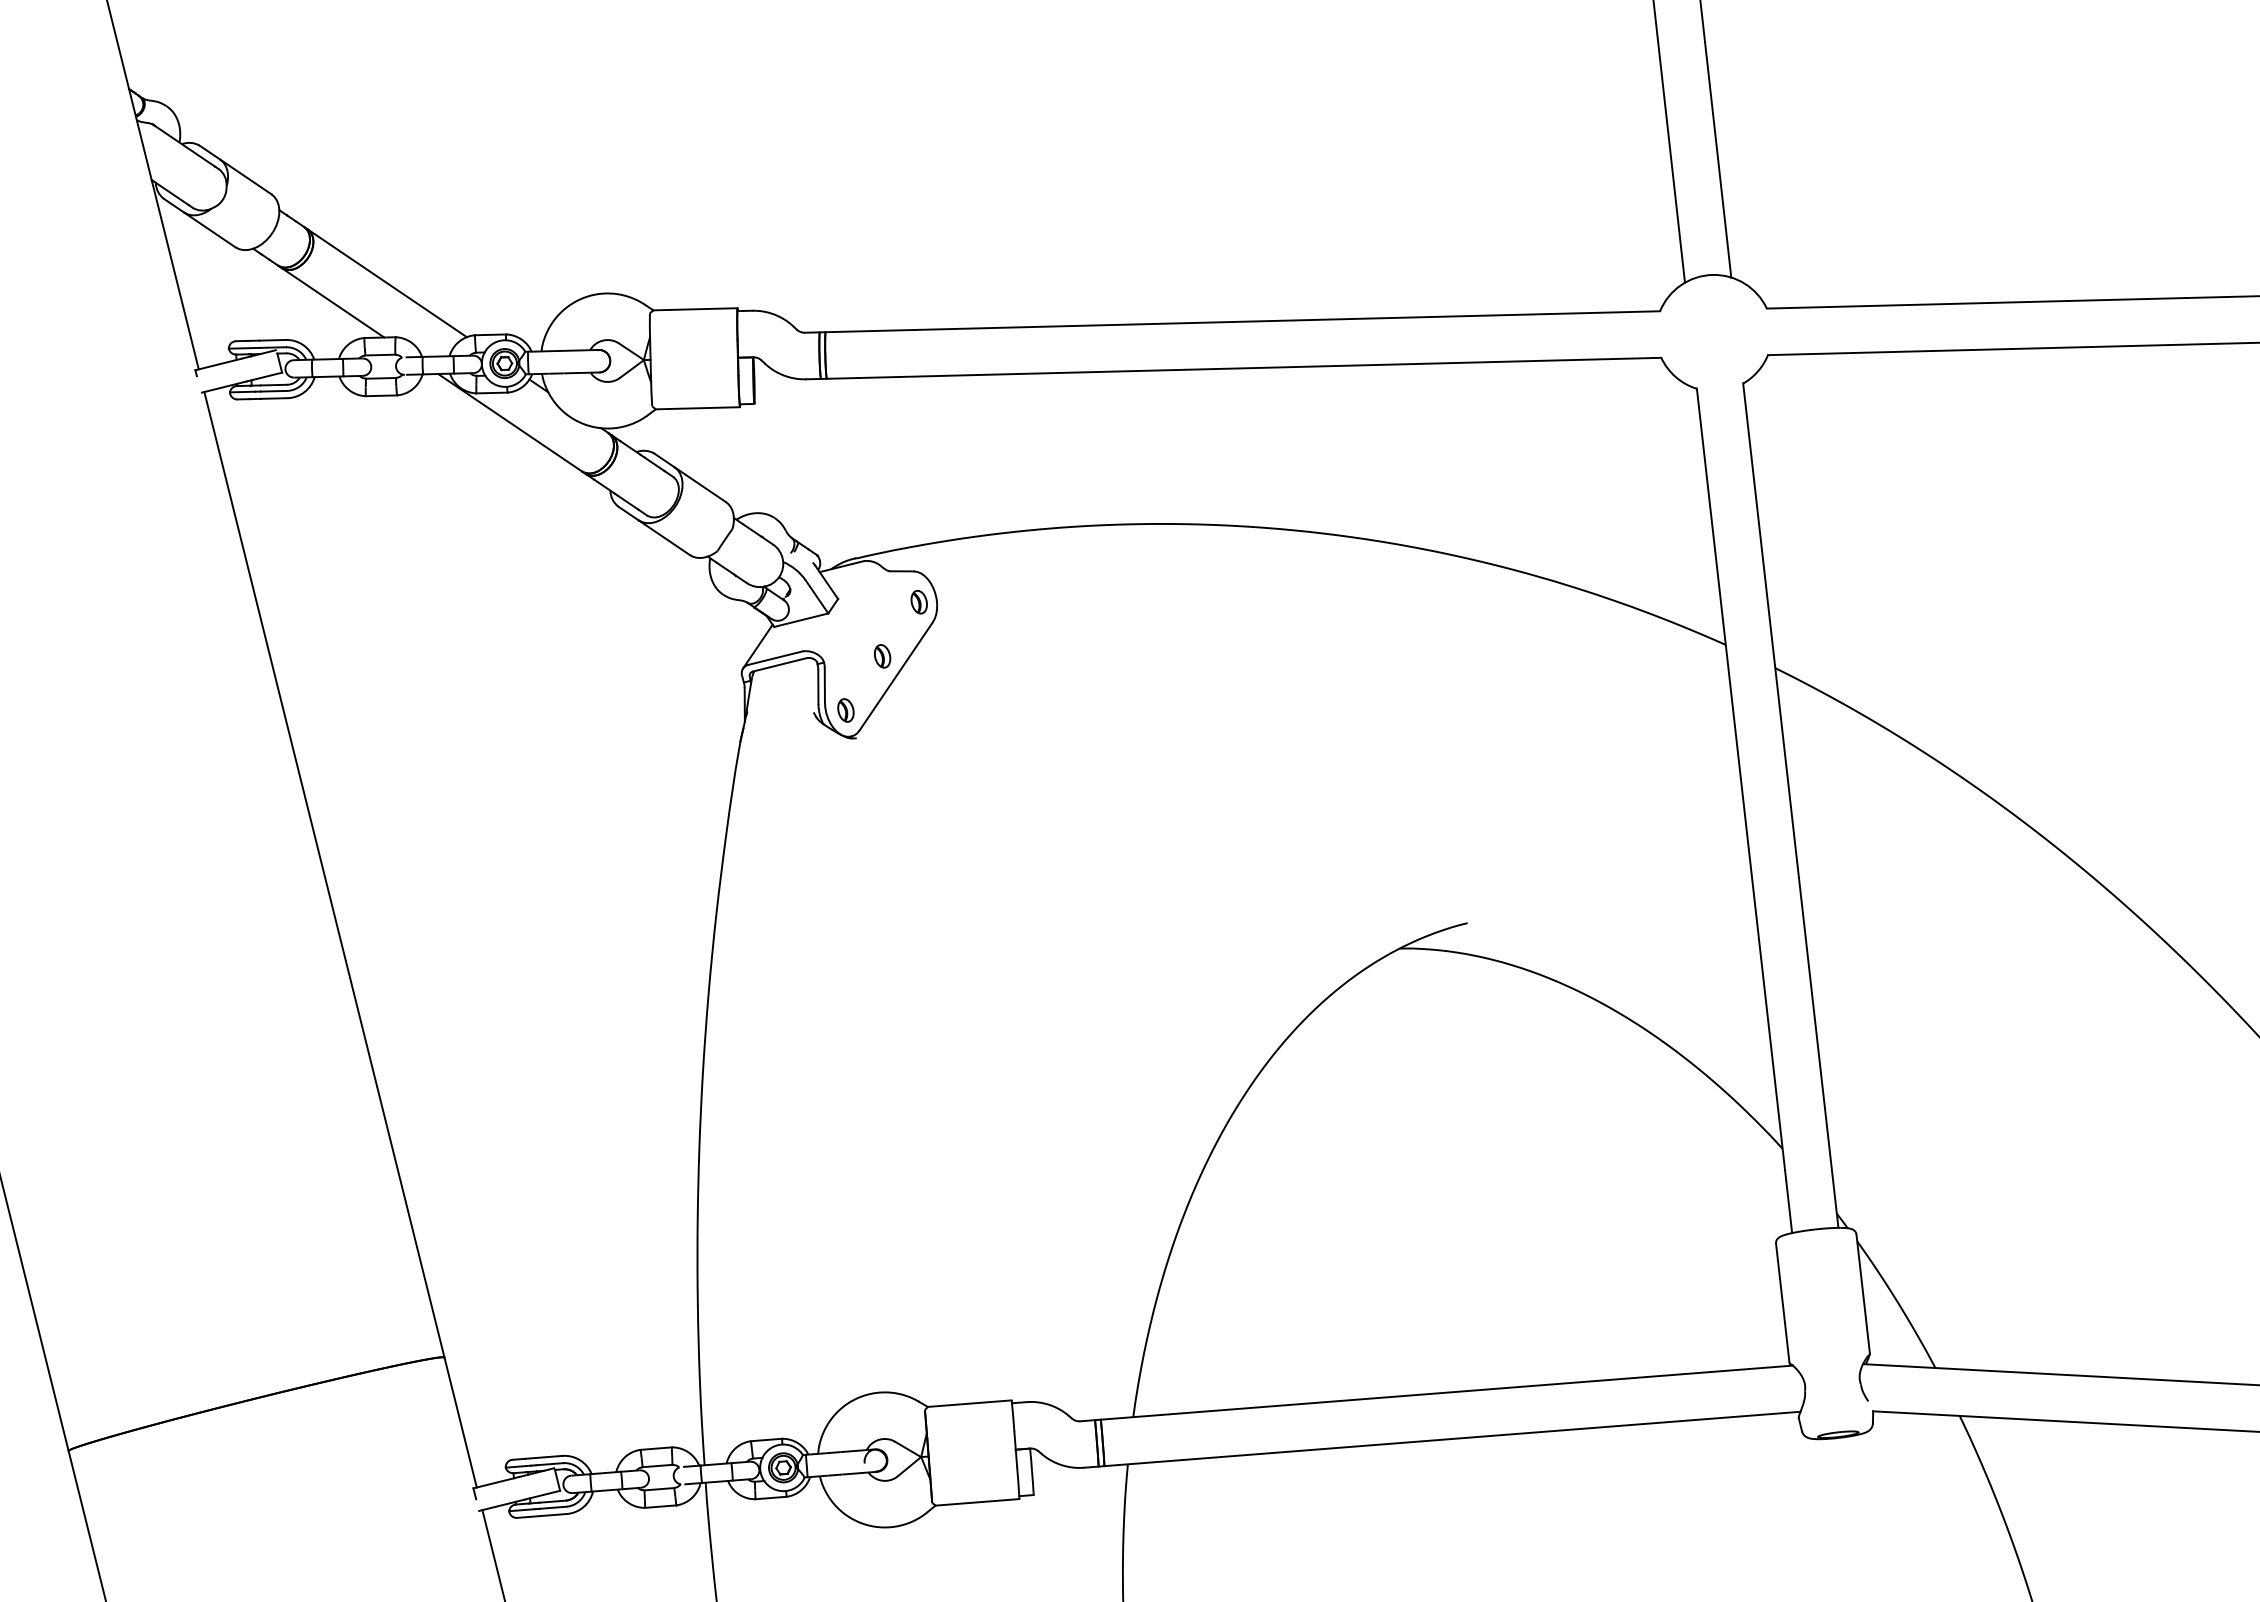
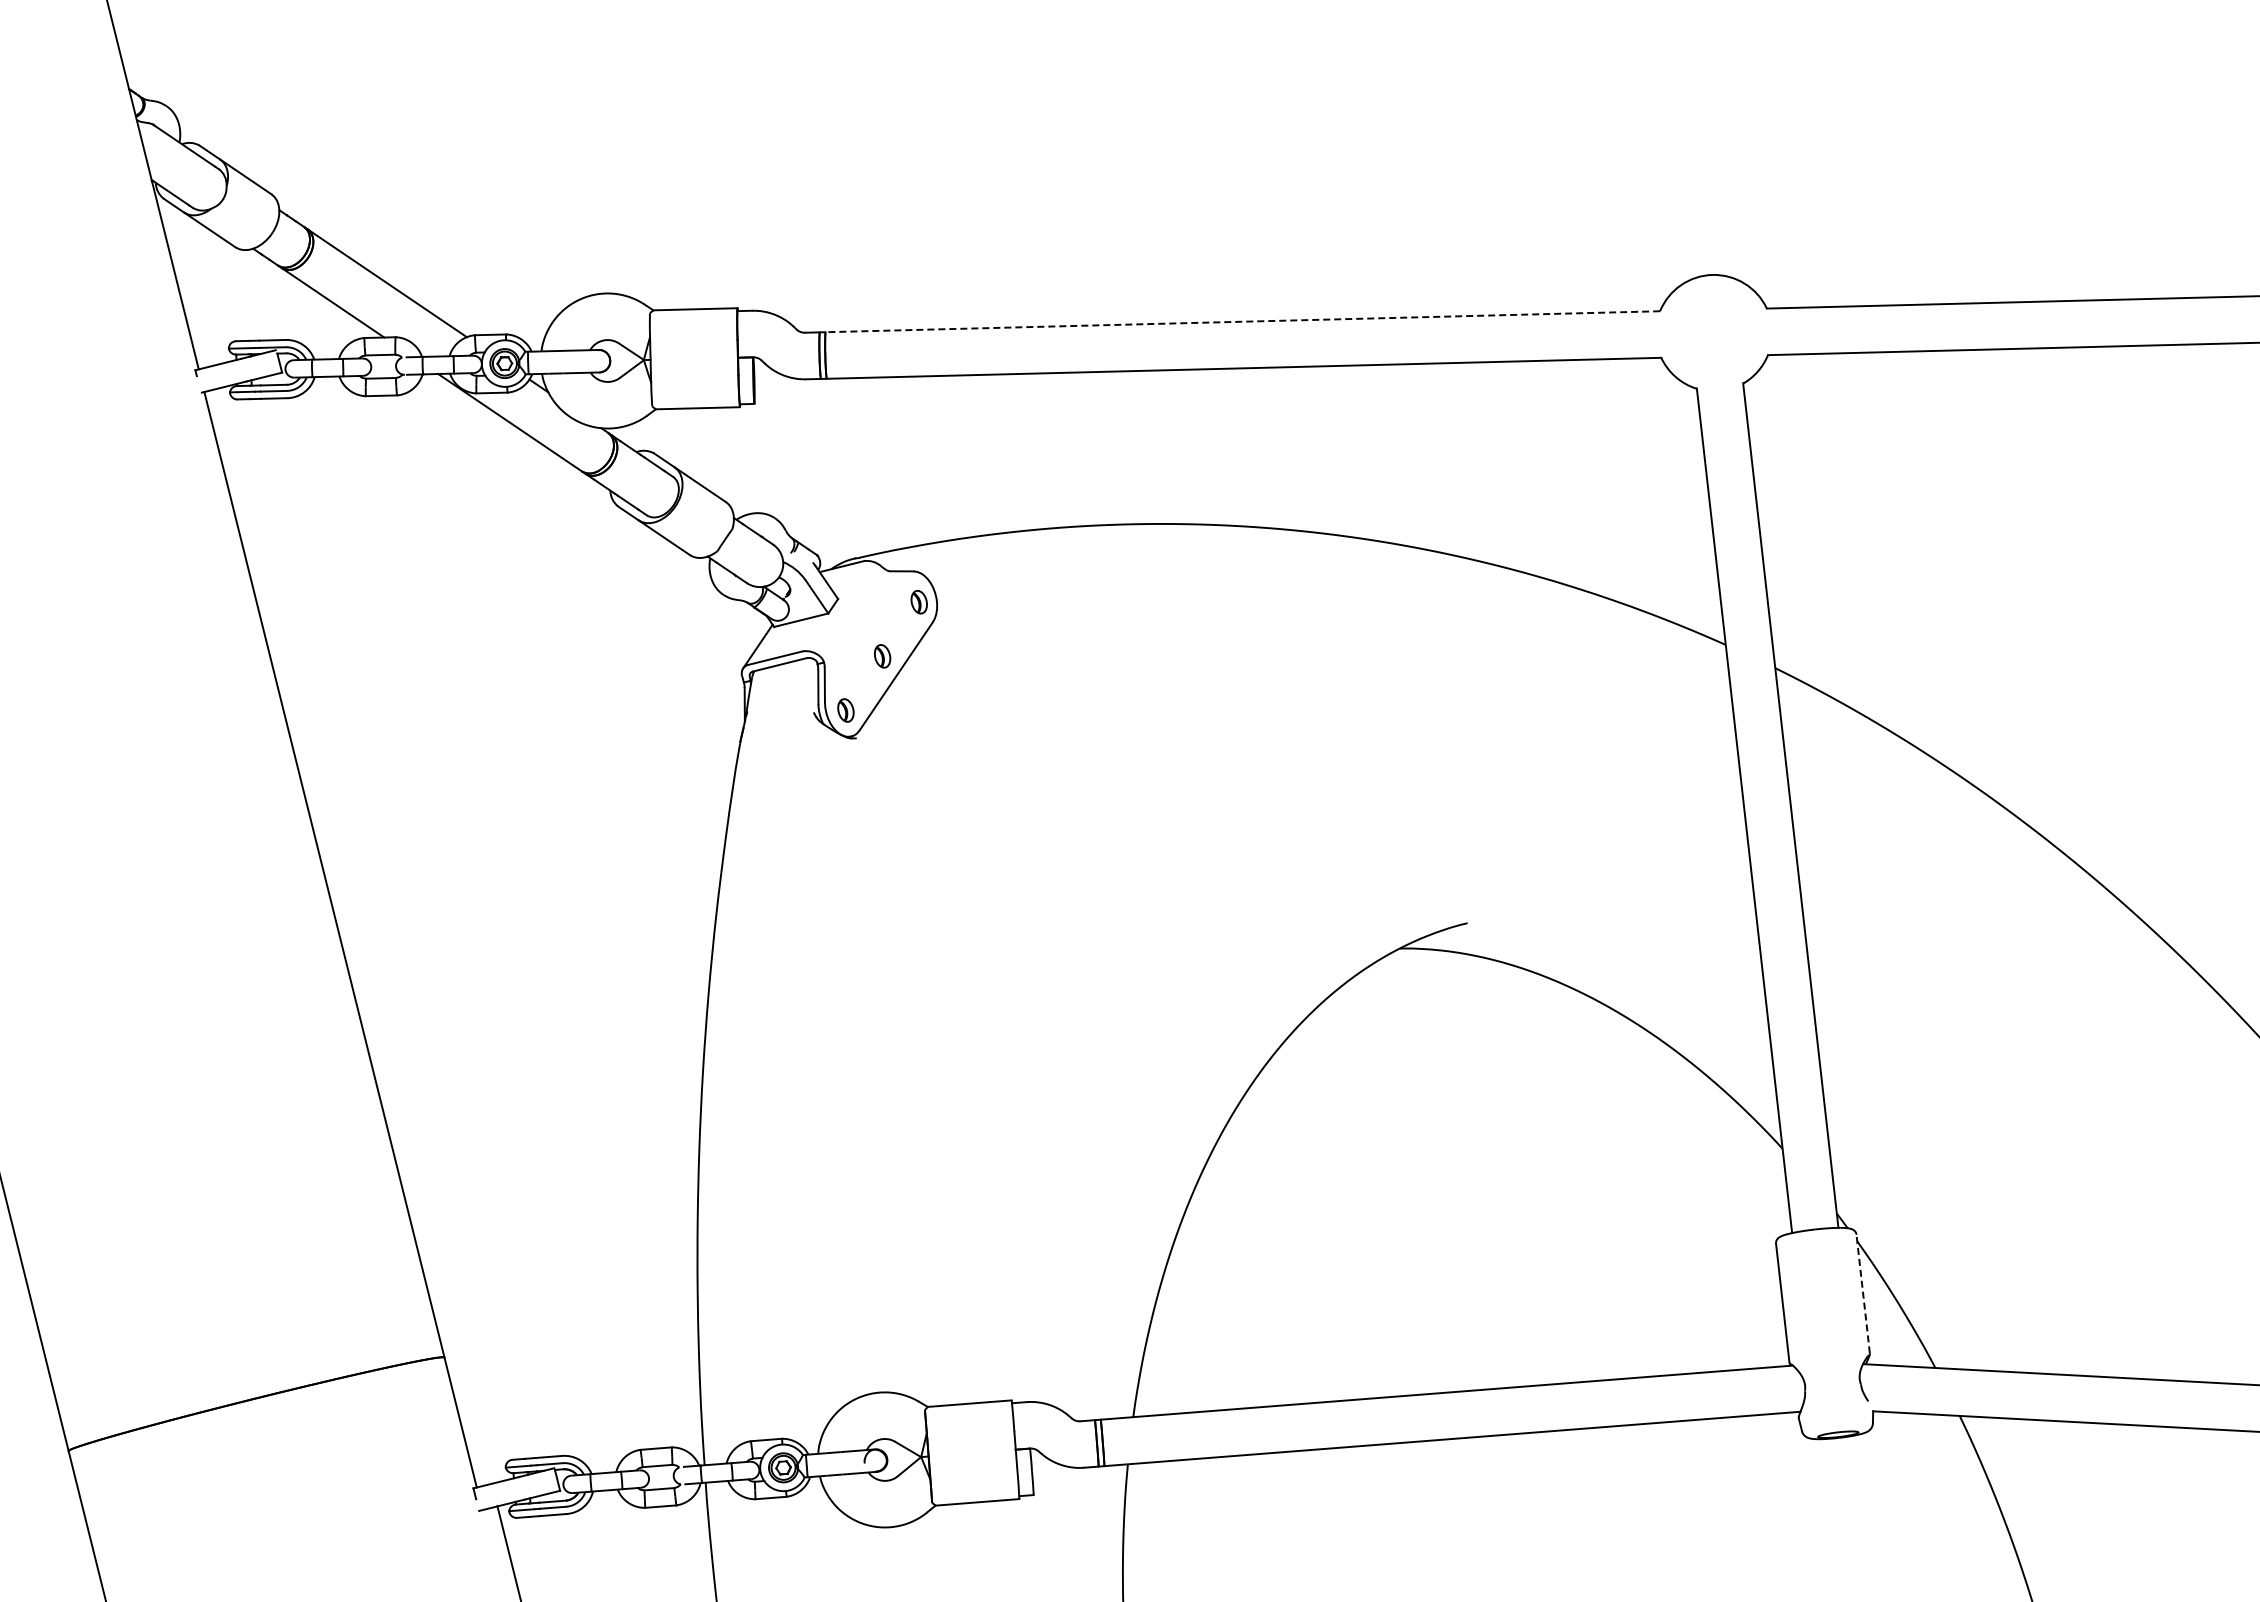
line at (1715, 139): present -> none
line at (1669, 142): present -> none
line at (1242, 321): solid -> dashed
line at (1863, 1294): solid -> dashed
line at (493, 1554) position: (493, 1554) -> (508, 1552)
